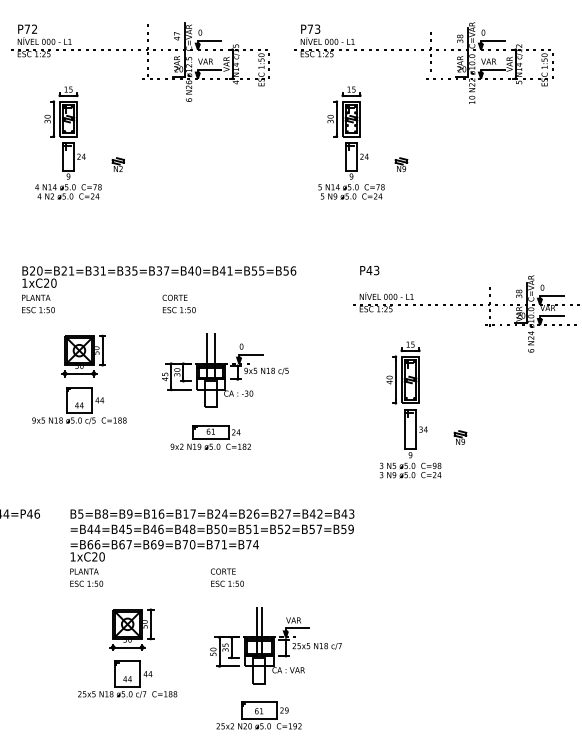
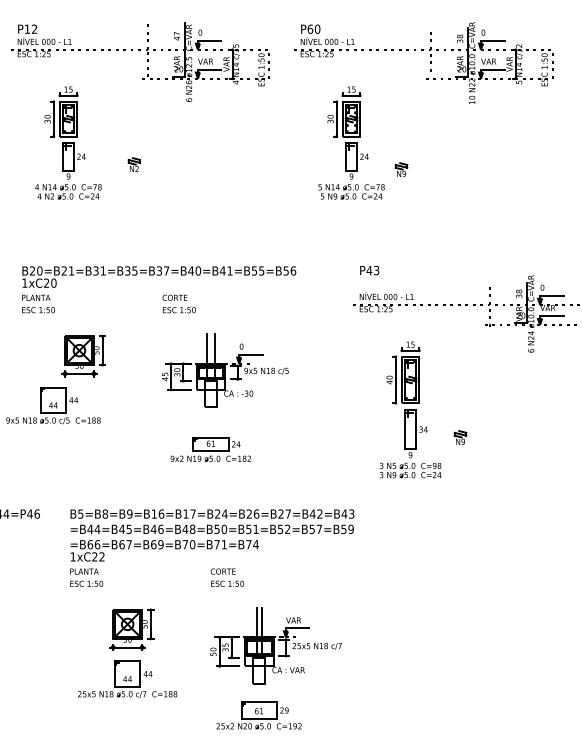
text at (26, 28): P72 -> P12
text at (313, 28): P73 -> P60
part at (117, 164) position: (117, 164) -> (133, 164)
part at (401, 164) position: (401, 164) -> (401, 169)
part at (79, 405) position: (79, 405) -> (53, 405)
part at (210, 437) position: (210, 437) -> (210, 449)
text at (101, 556): 1xC20 -> 1xC22
